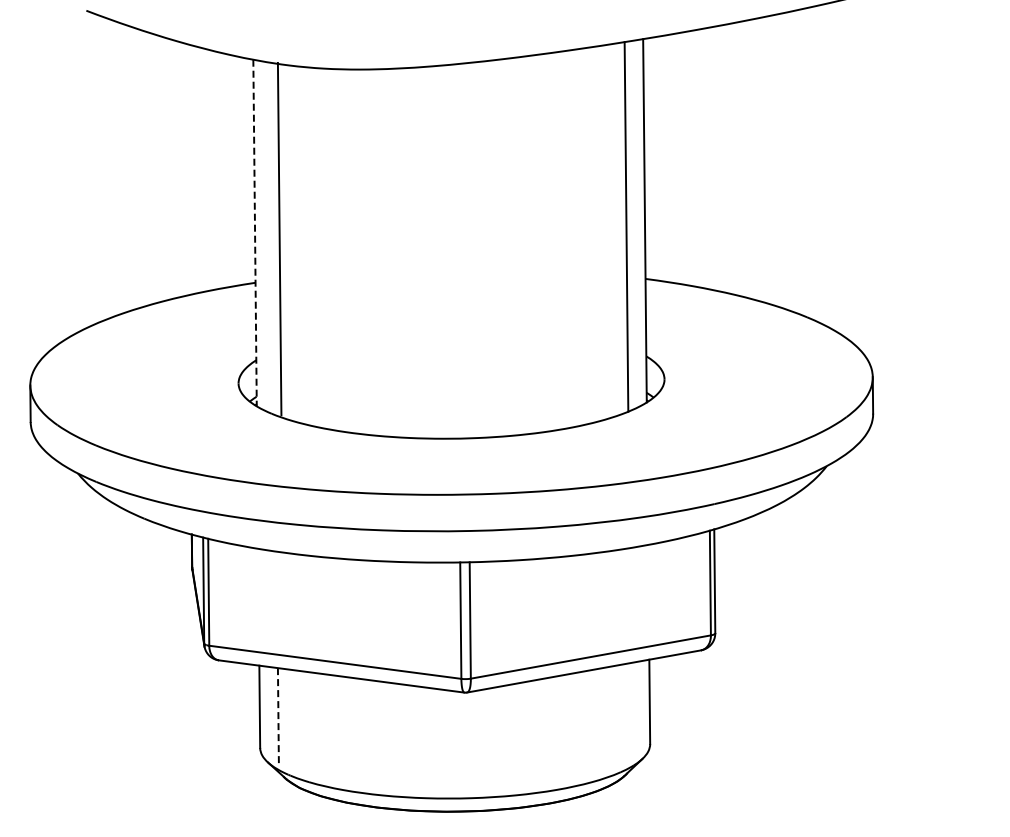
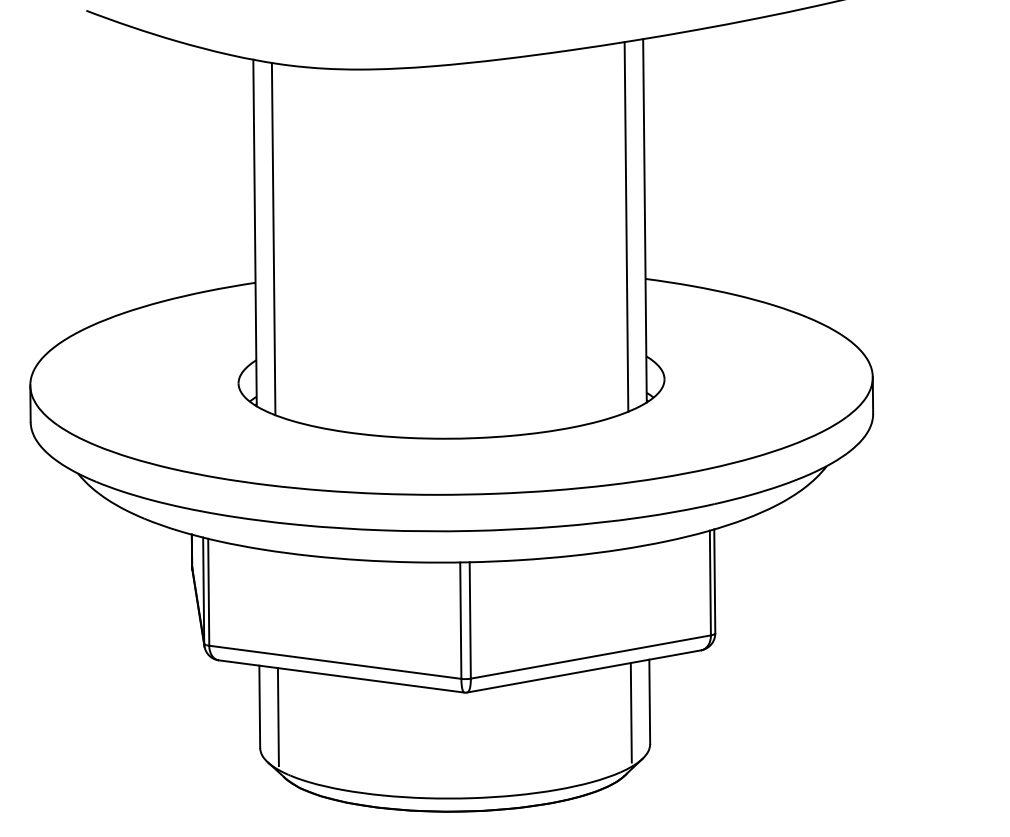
line at (255, 233): dashed -> solid
line at (279, 238) position: (279, 238) -> (273, 238)
line at (630, 712): none -> present
line at (278, 717): dashed -> solid
